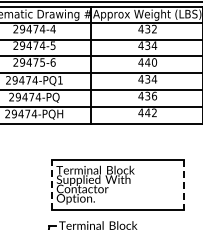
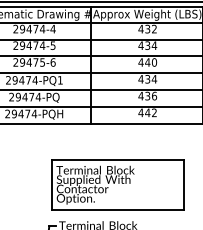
line at (52, 184): dashed -> solid
line at (184, 184): dashed -> solid
